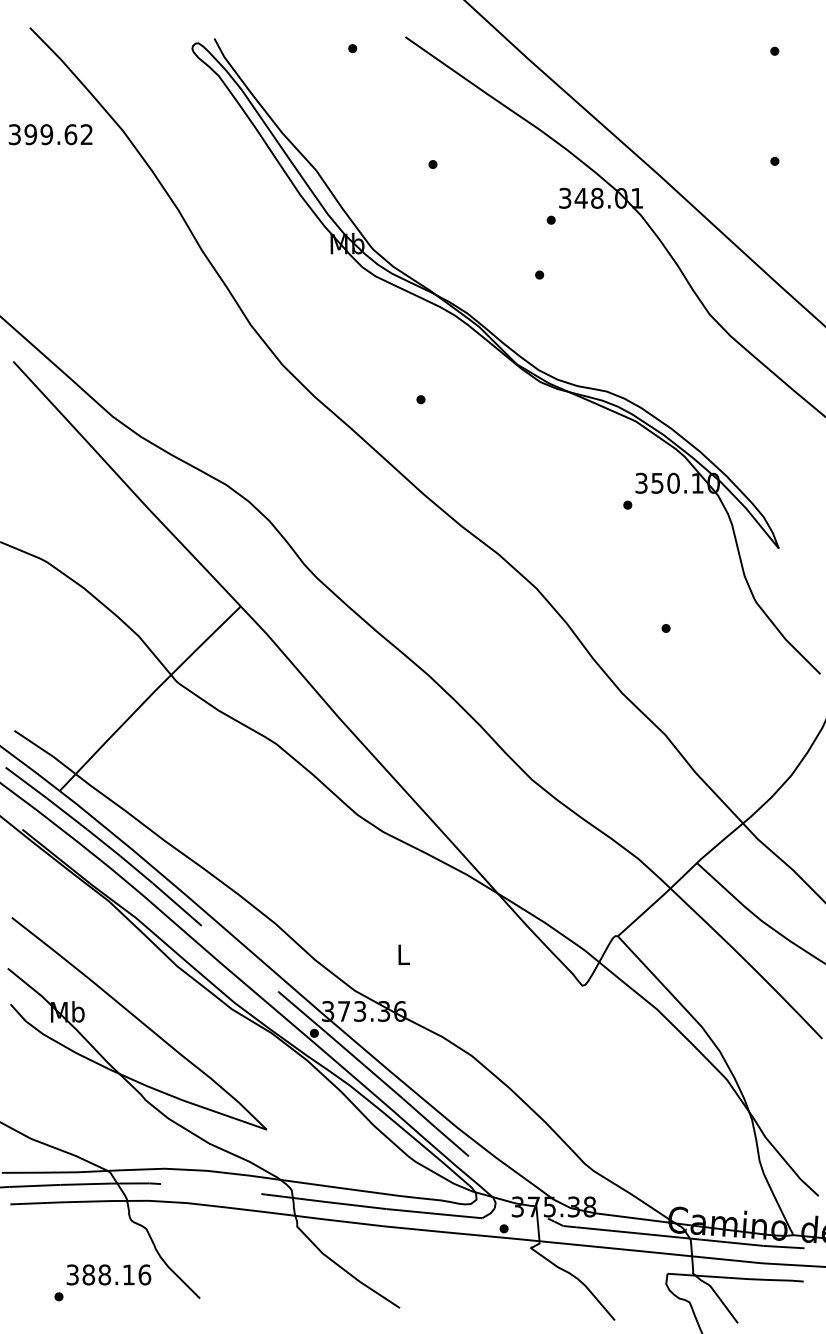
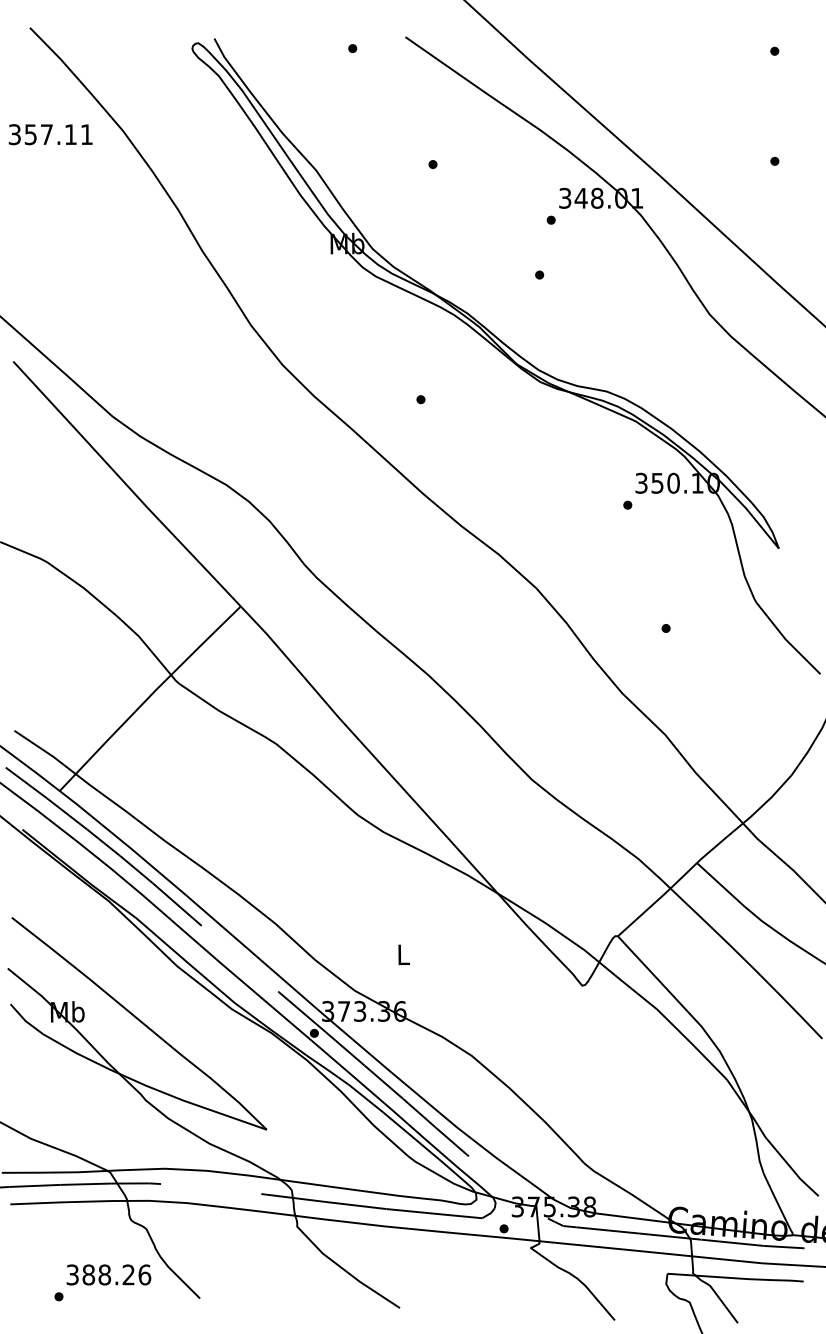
text at (58, 134): 399.62 -> 357.11
text at (128, 1274): 388.16 -> 388.26
